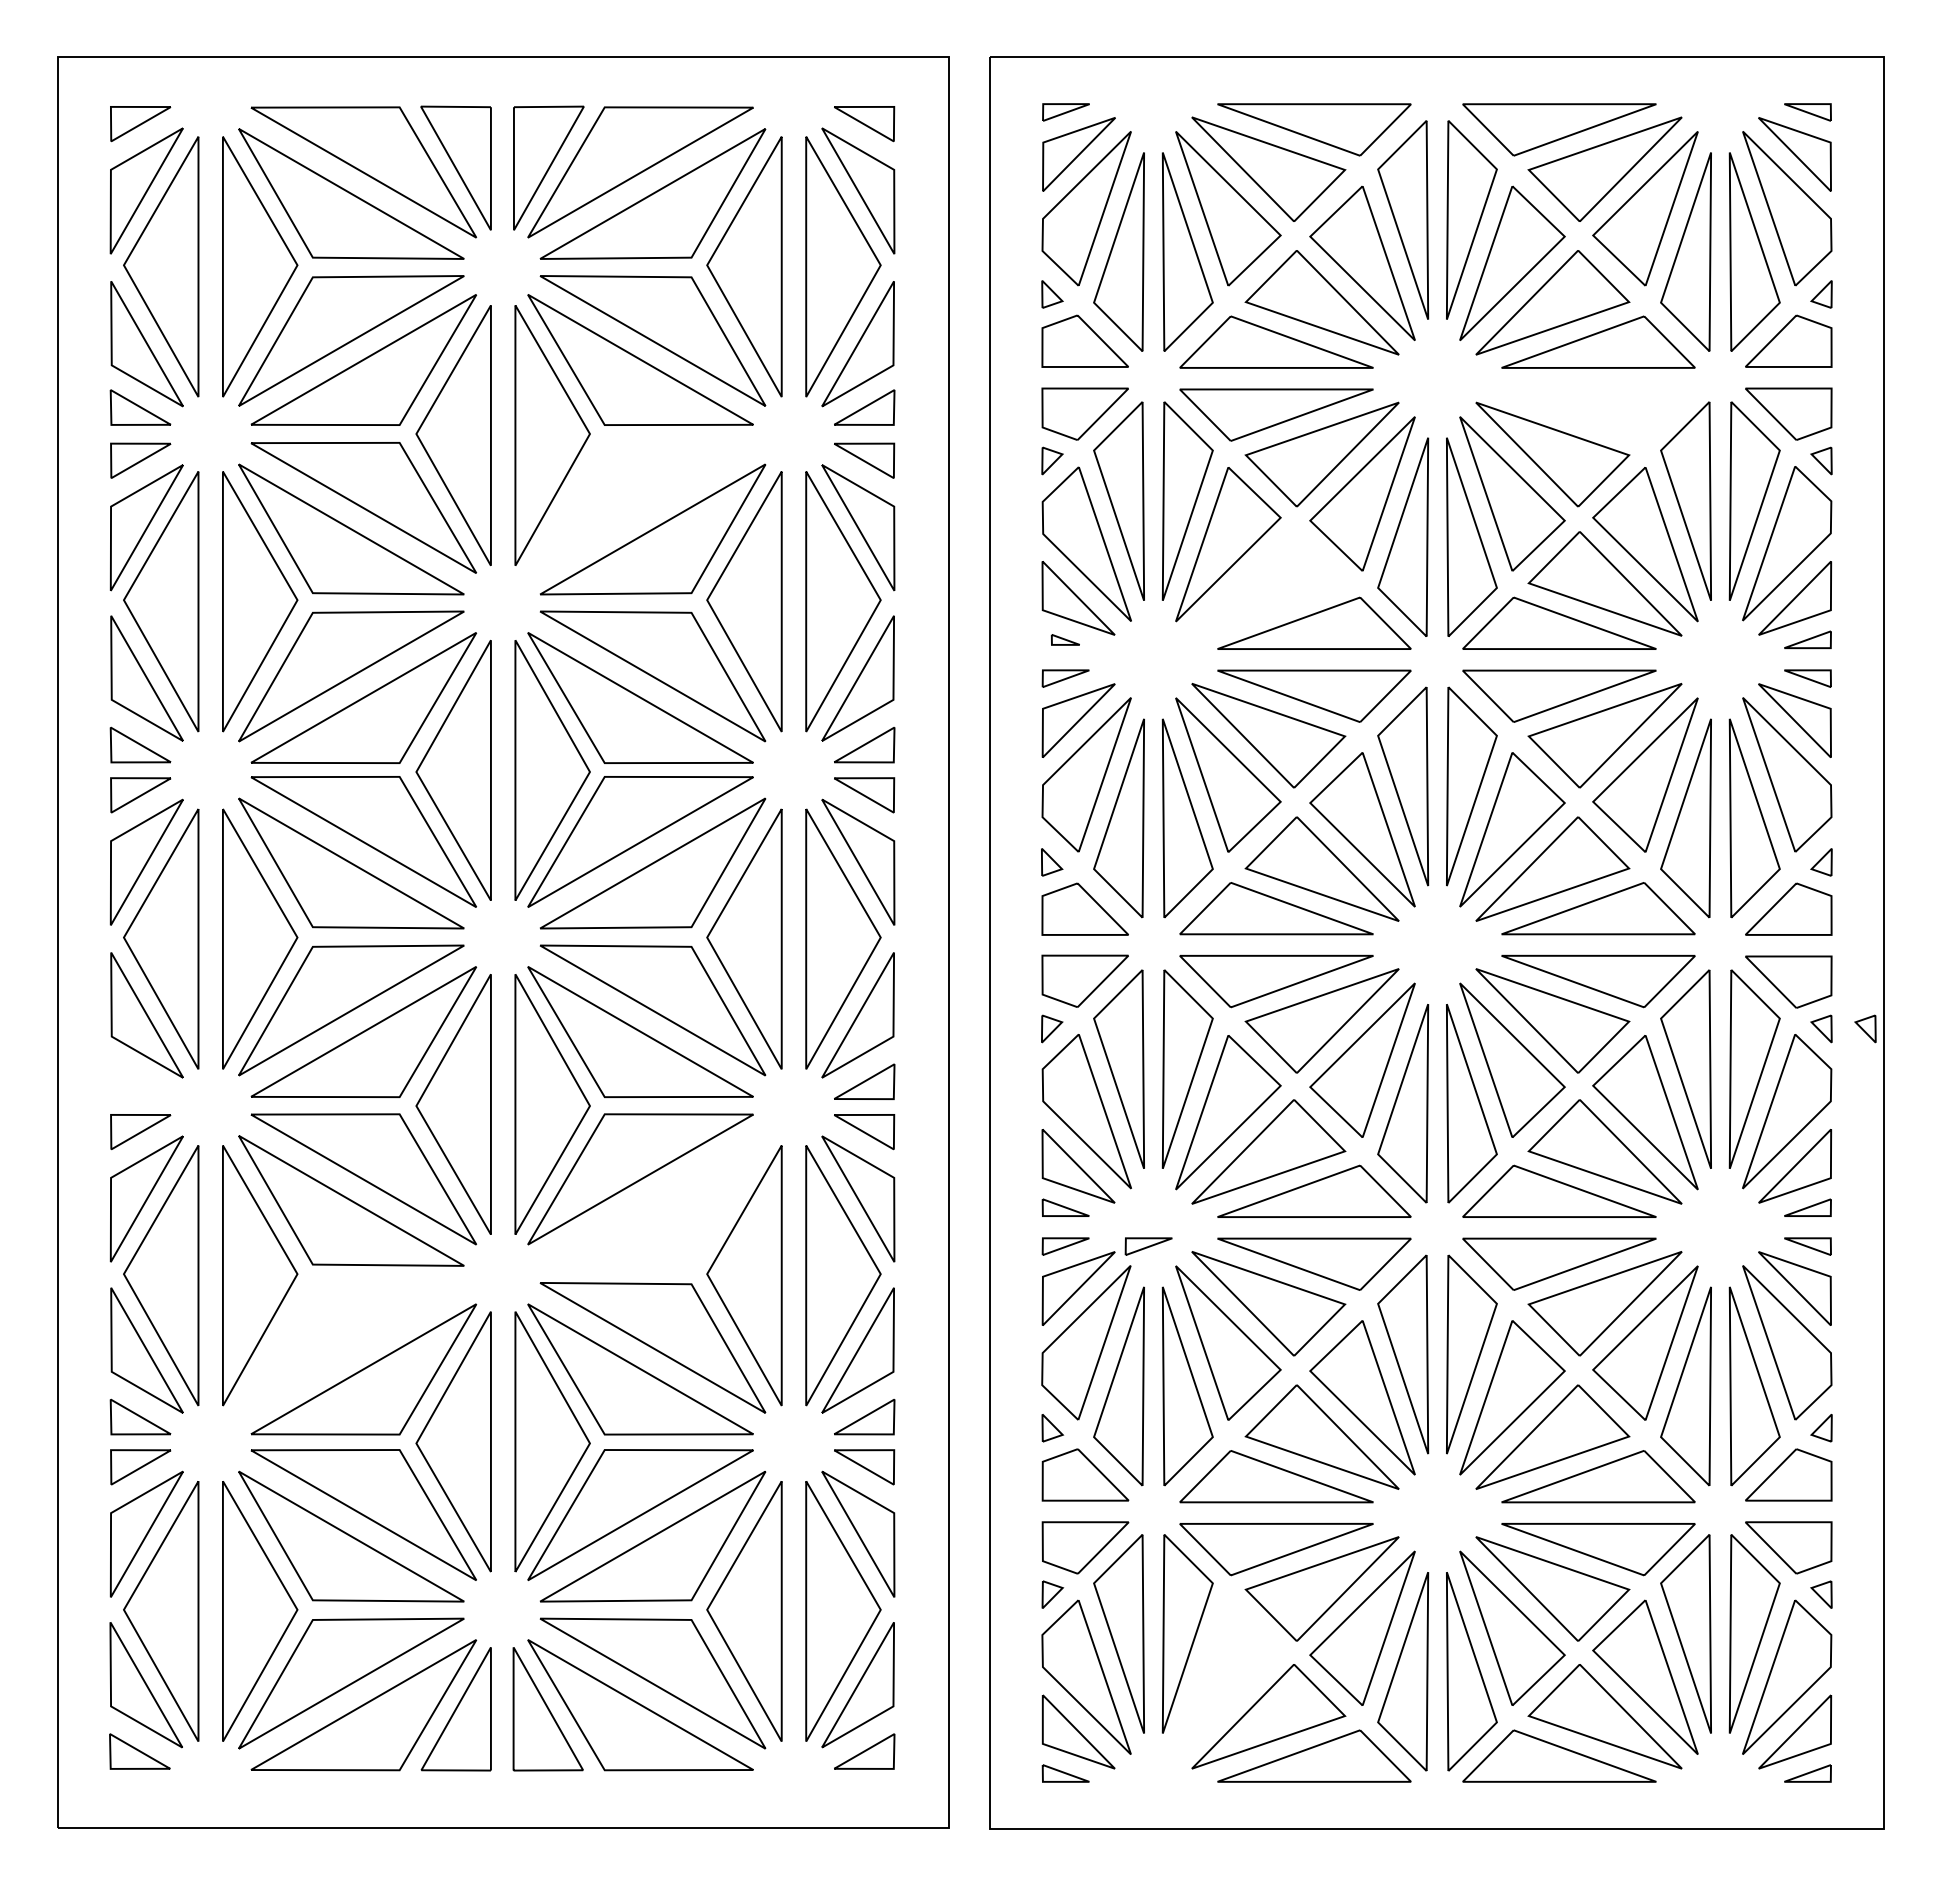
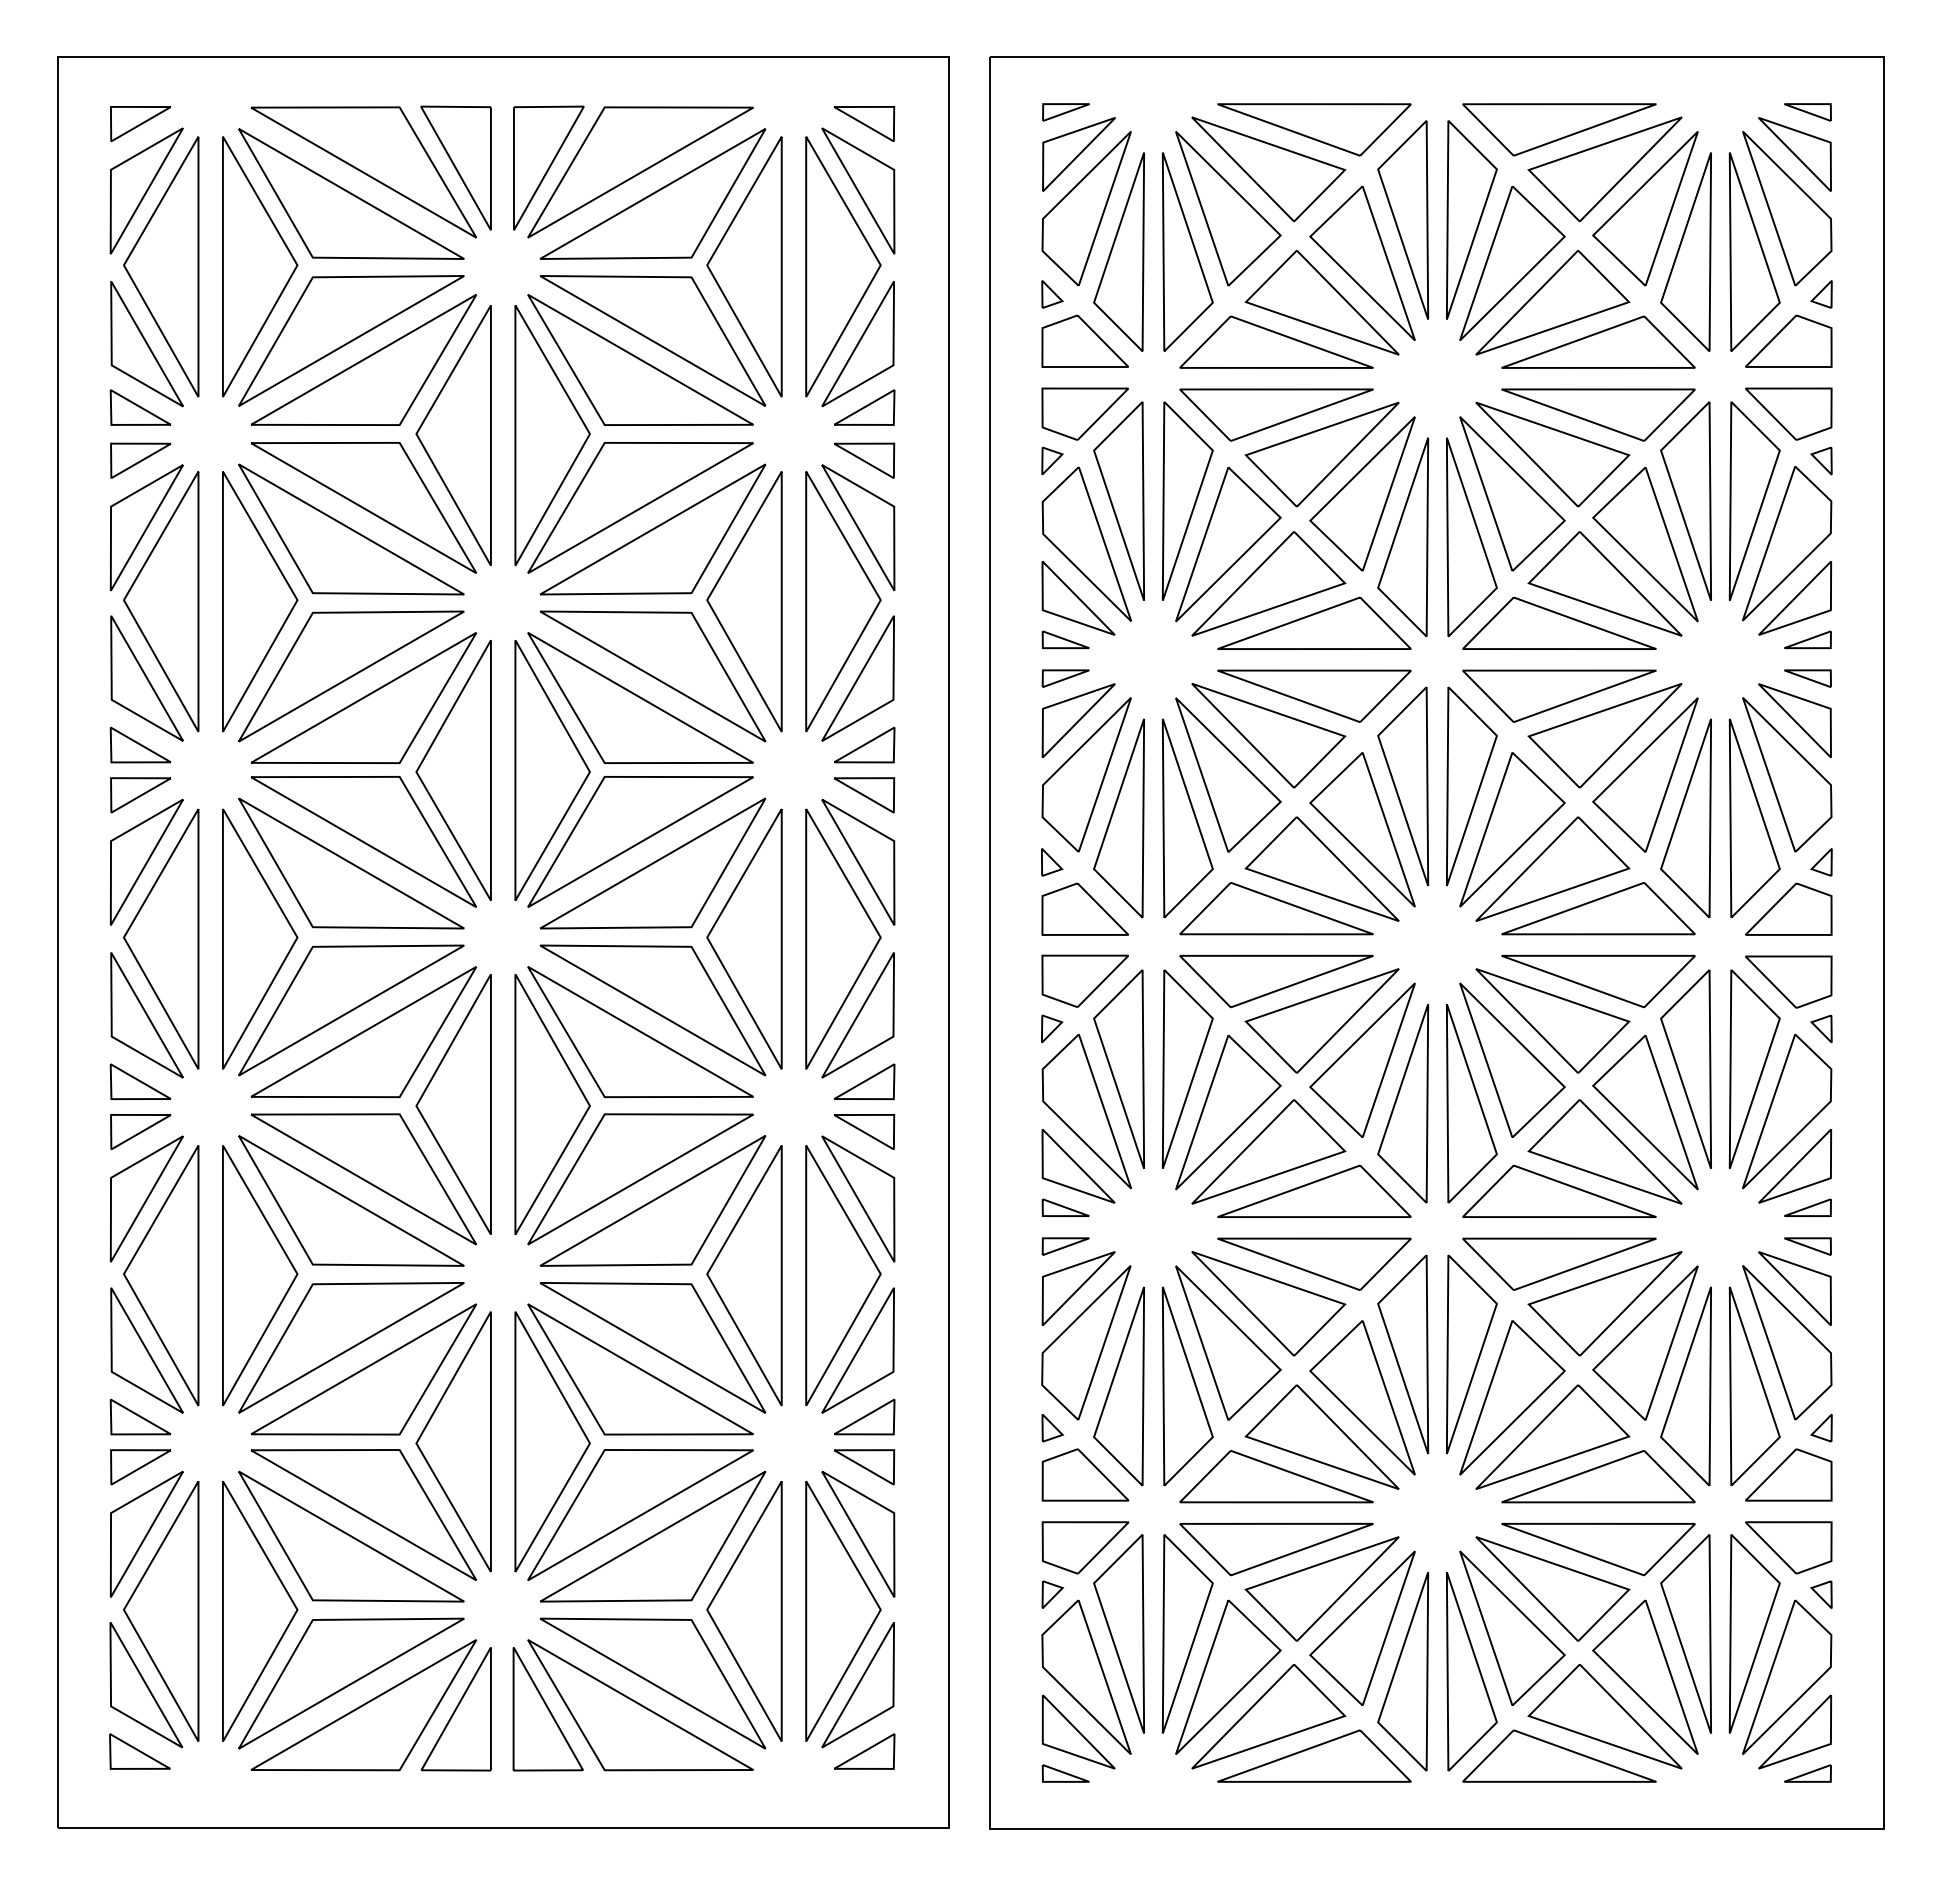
part at (1598, 414): none -> present
part at (640, 507): none -> present
part at (1268, 583): none -> present
part at (1064, 639) size: 30x12 px -> 49x20 px
part at (1865, 1028): present -> none
part at (140, 1081): none -> present
part at (652, 1200): none -> present
part at (1148, 1246): present -> none
part at (351, 1347): none -> present
part at (1228, 1676): none -> present
